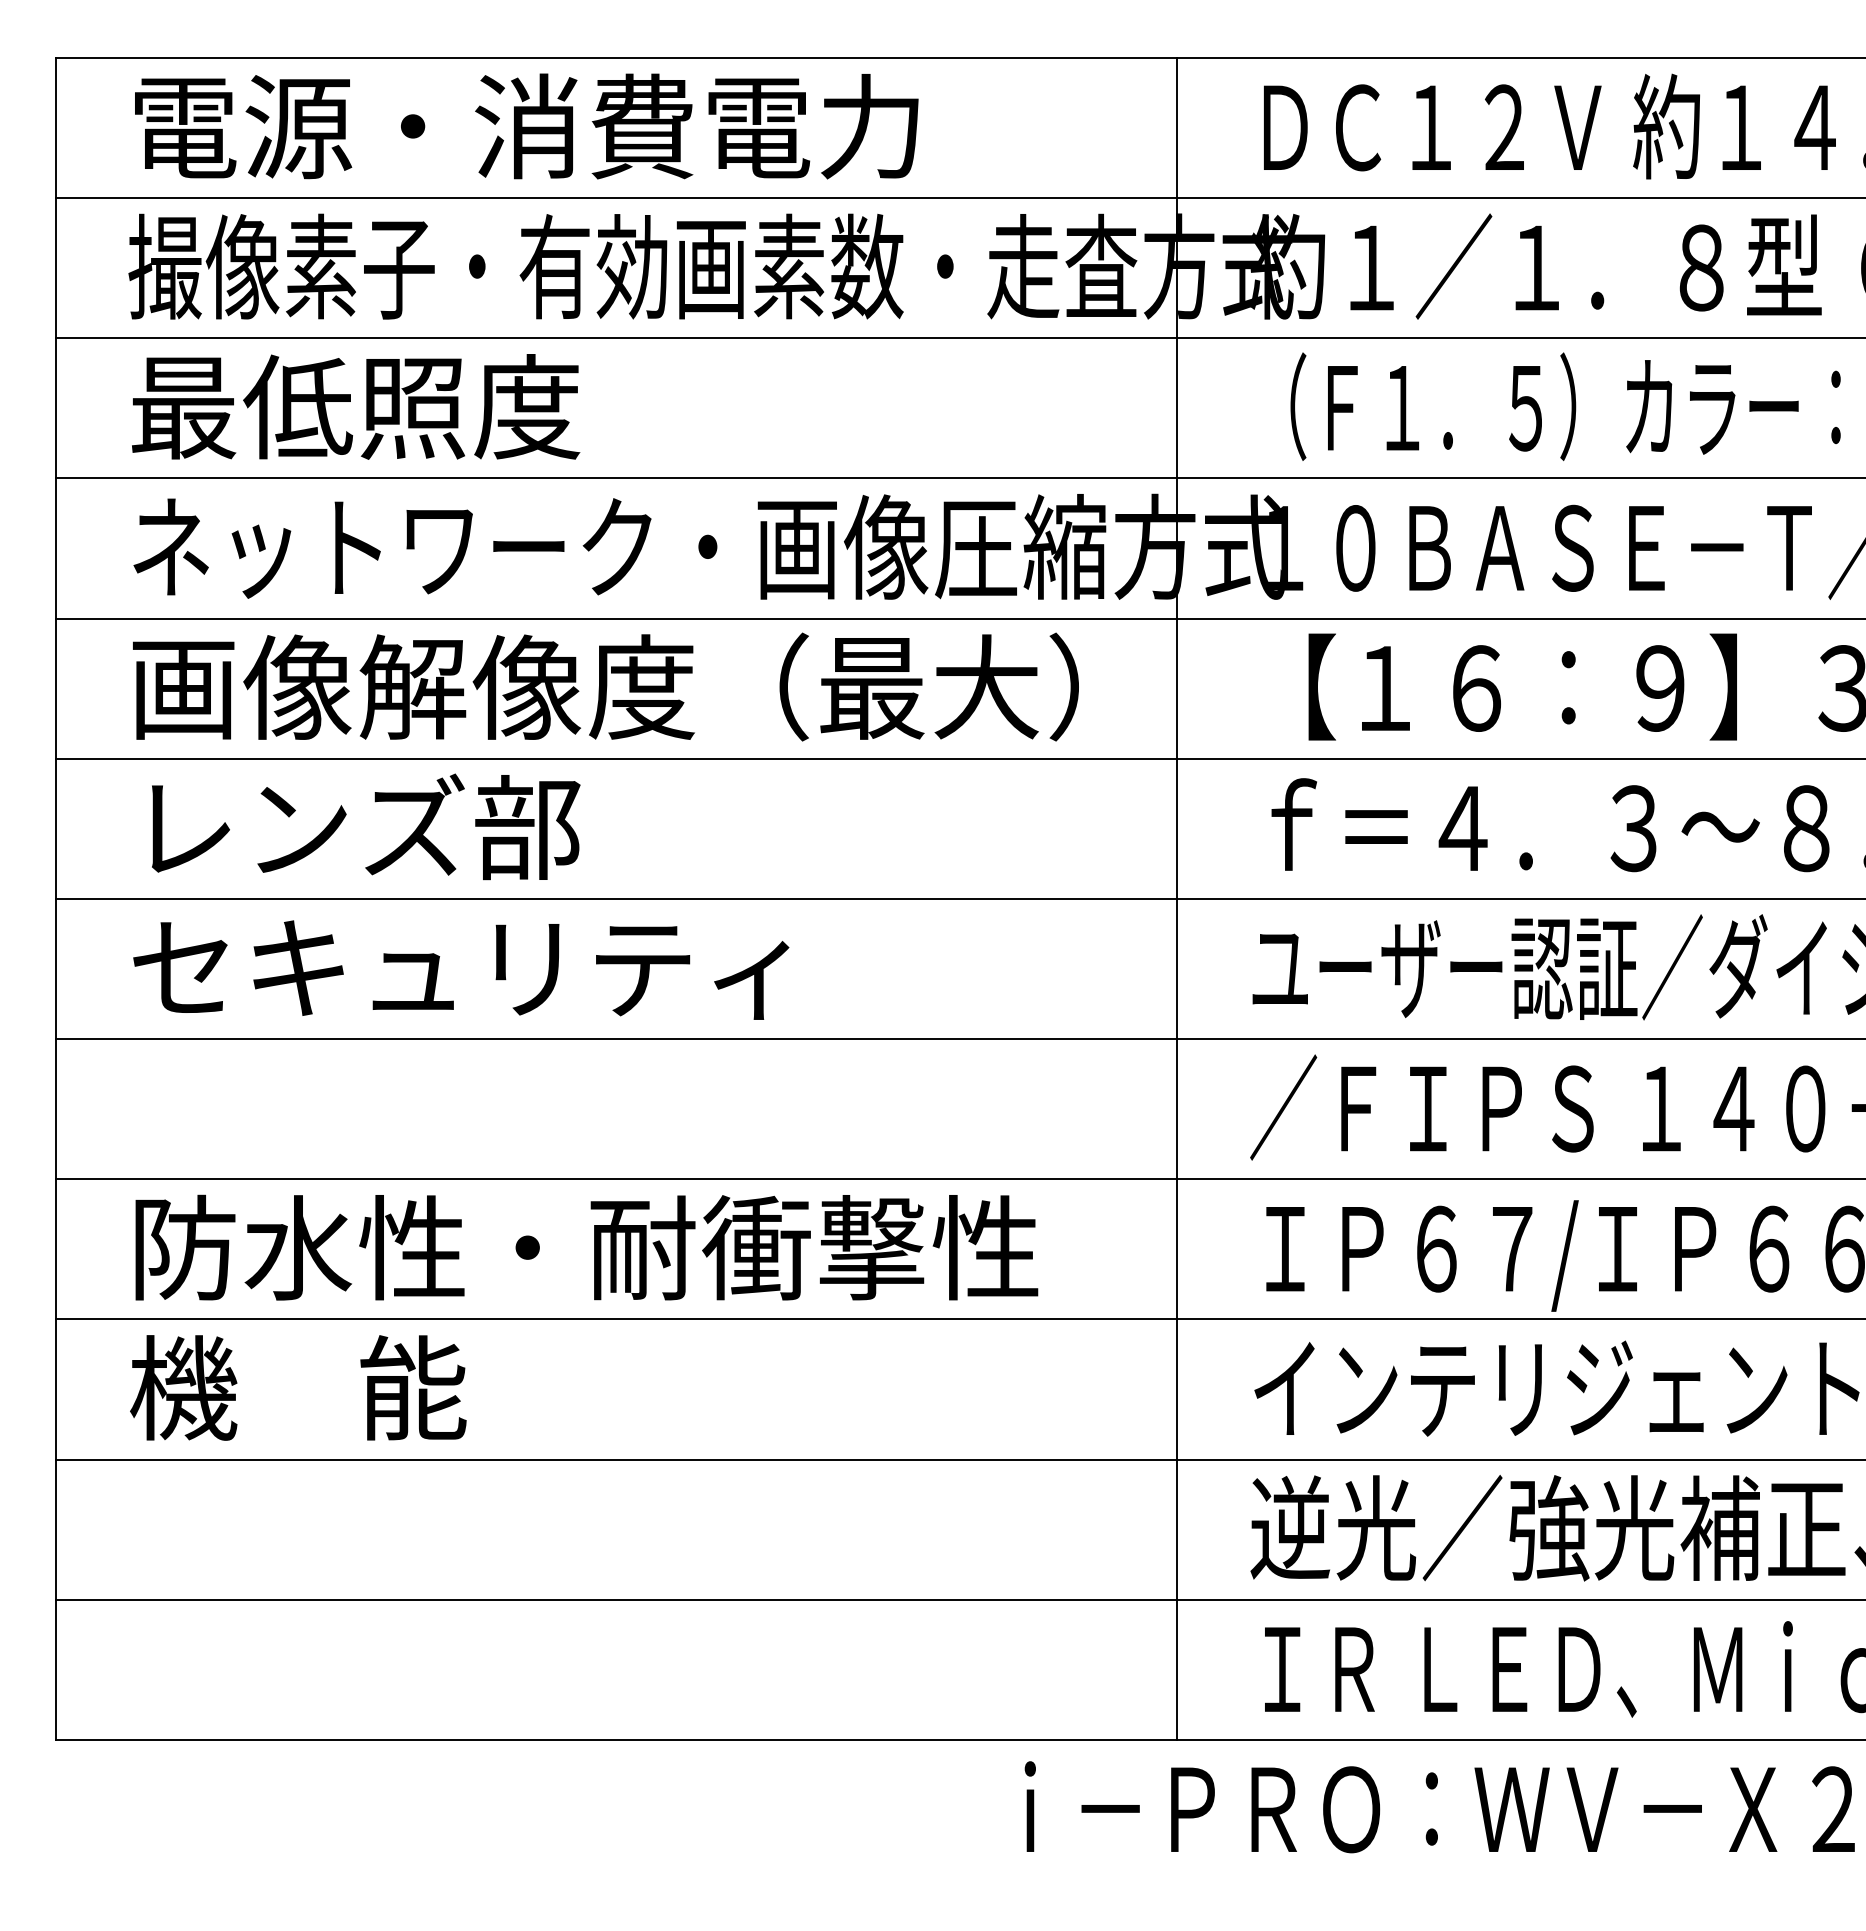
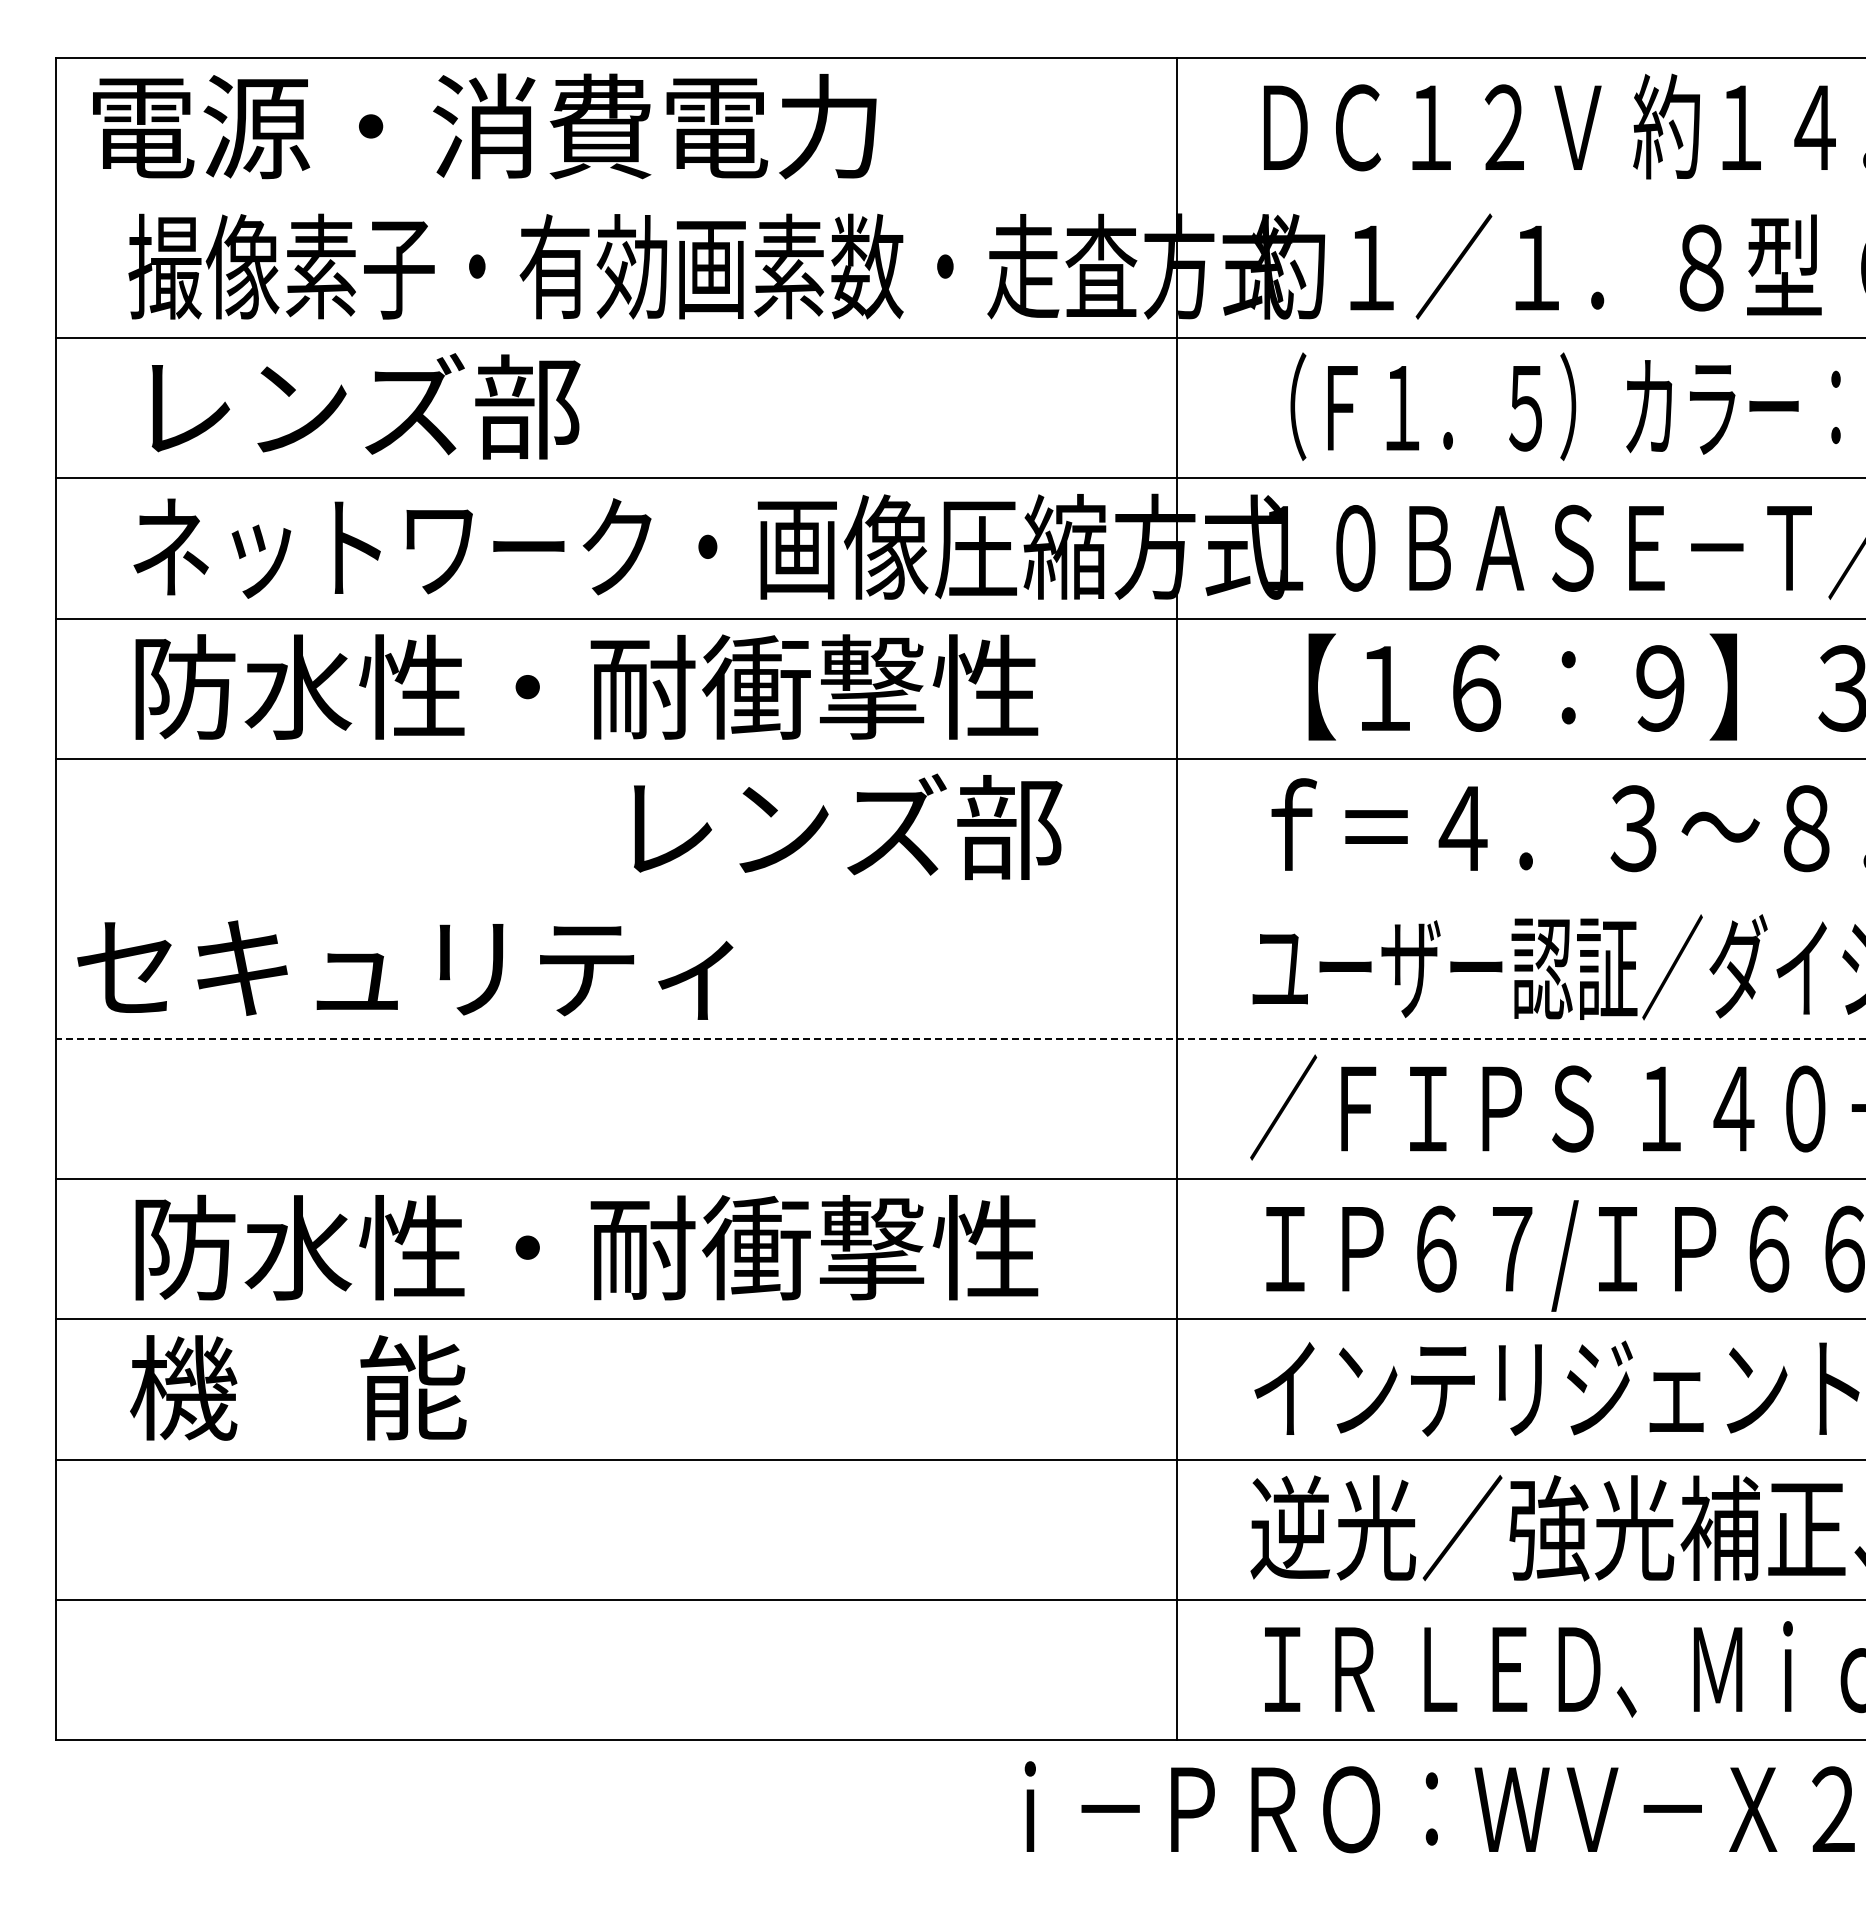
text at (526, 126) position: (526, 126) -> (484, 126)
line at (959, 198): present -> none
text at (356, 406): 最低照度 -> レンズ部
text at (605, 686): 画像解像度（最大） -> 防水性・耐衝撃性
text at (366, 826) position: (366, 826) -> (848, 826)
line at (959, 898): present -> none
text at (461, 969) position: (461, 969) -> (405, 969)
line at (960, 1039): solid -> dashed
